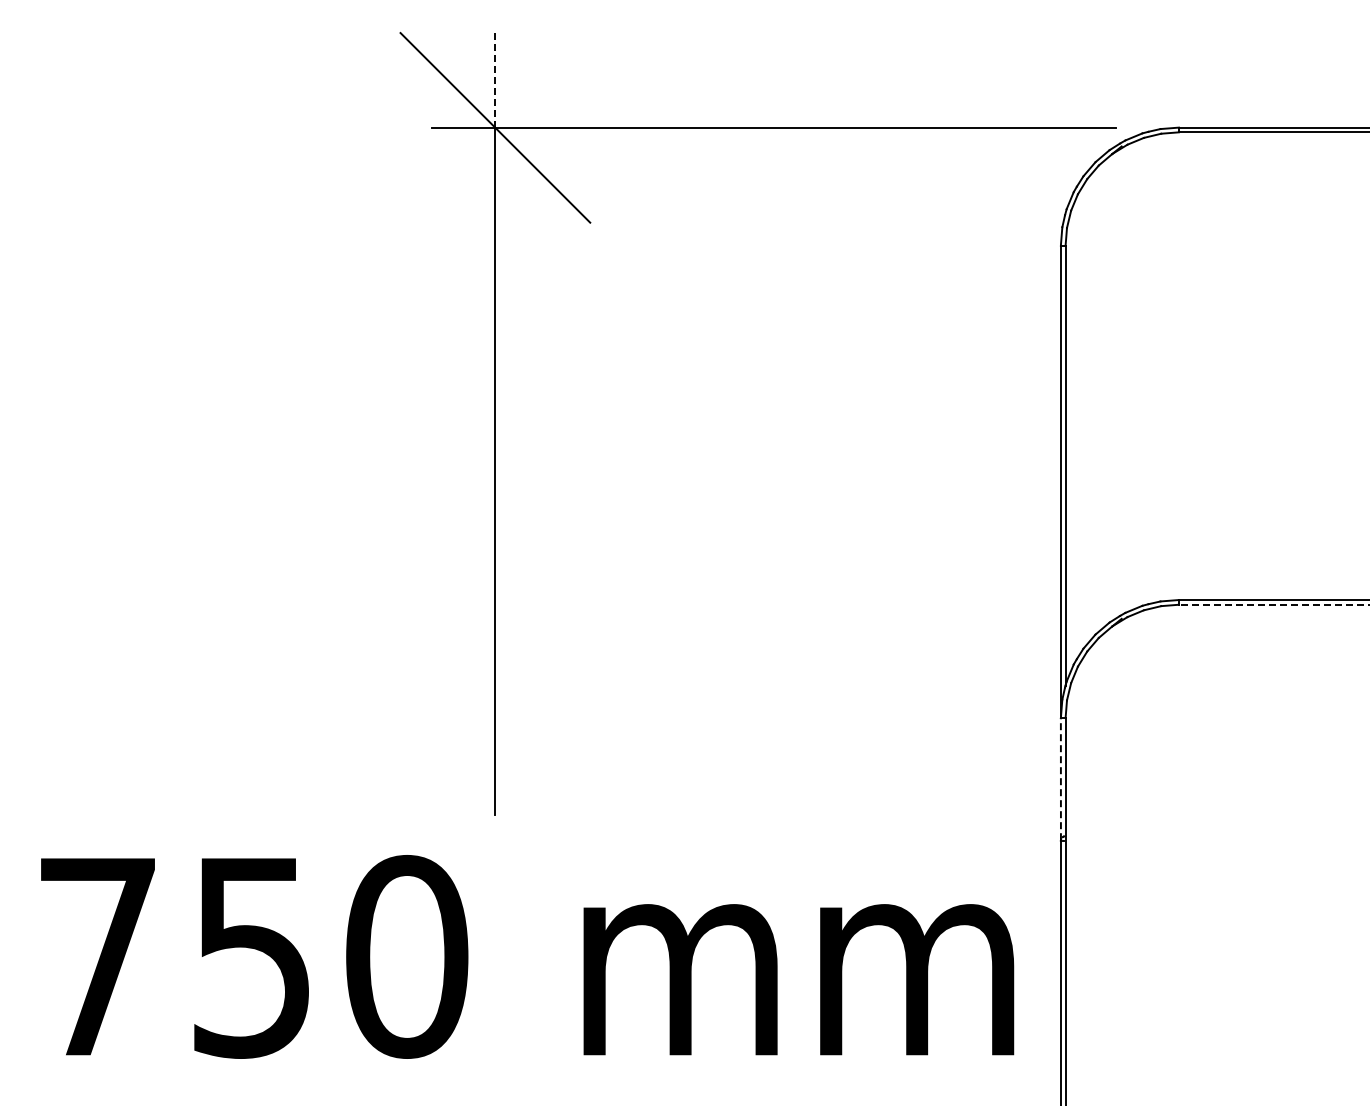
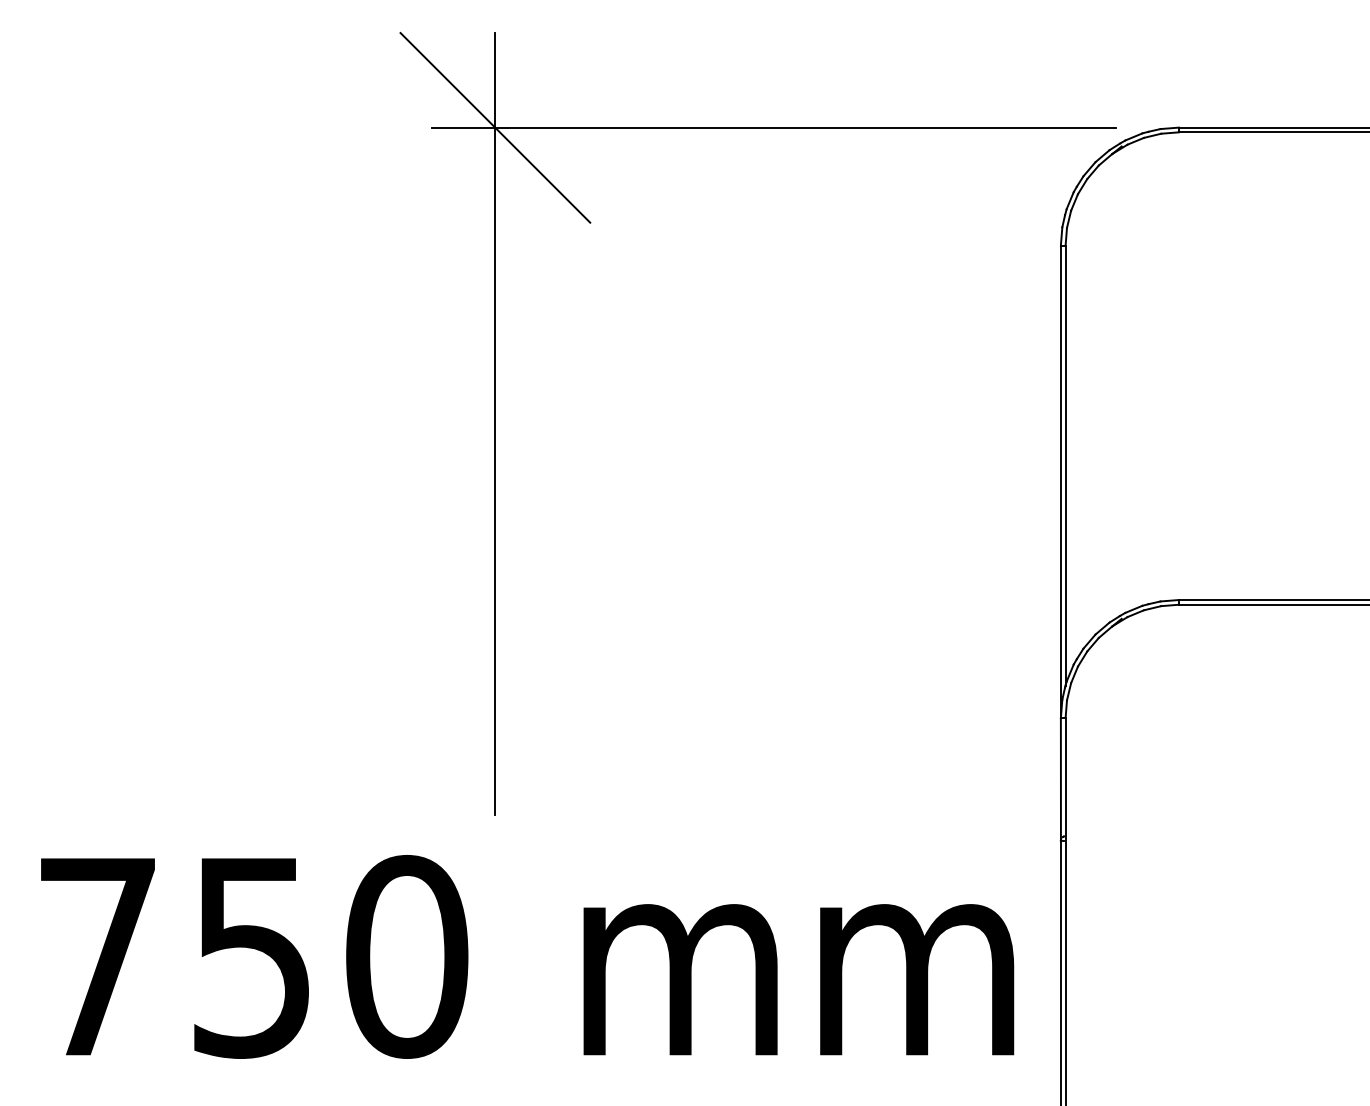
line at (495, 79): dashed -> solid
line at (1273, 604): dashed -> solid
line at (1060, 778): dashed -> solid
